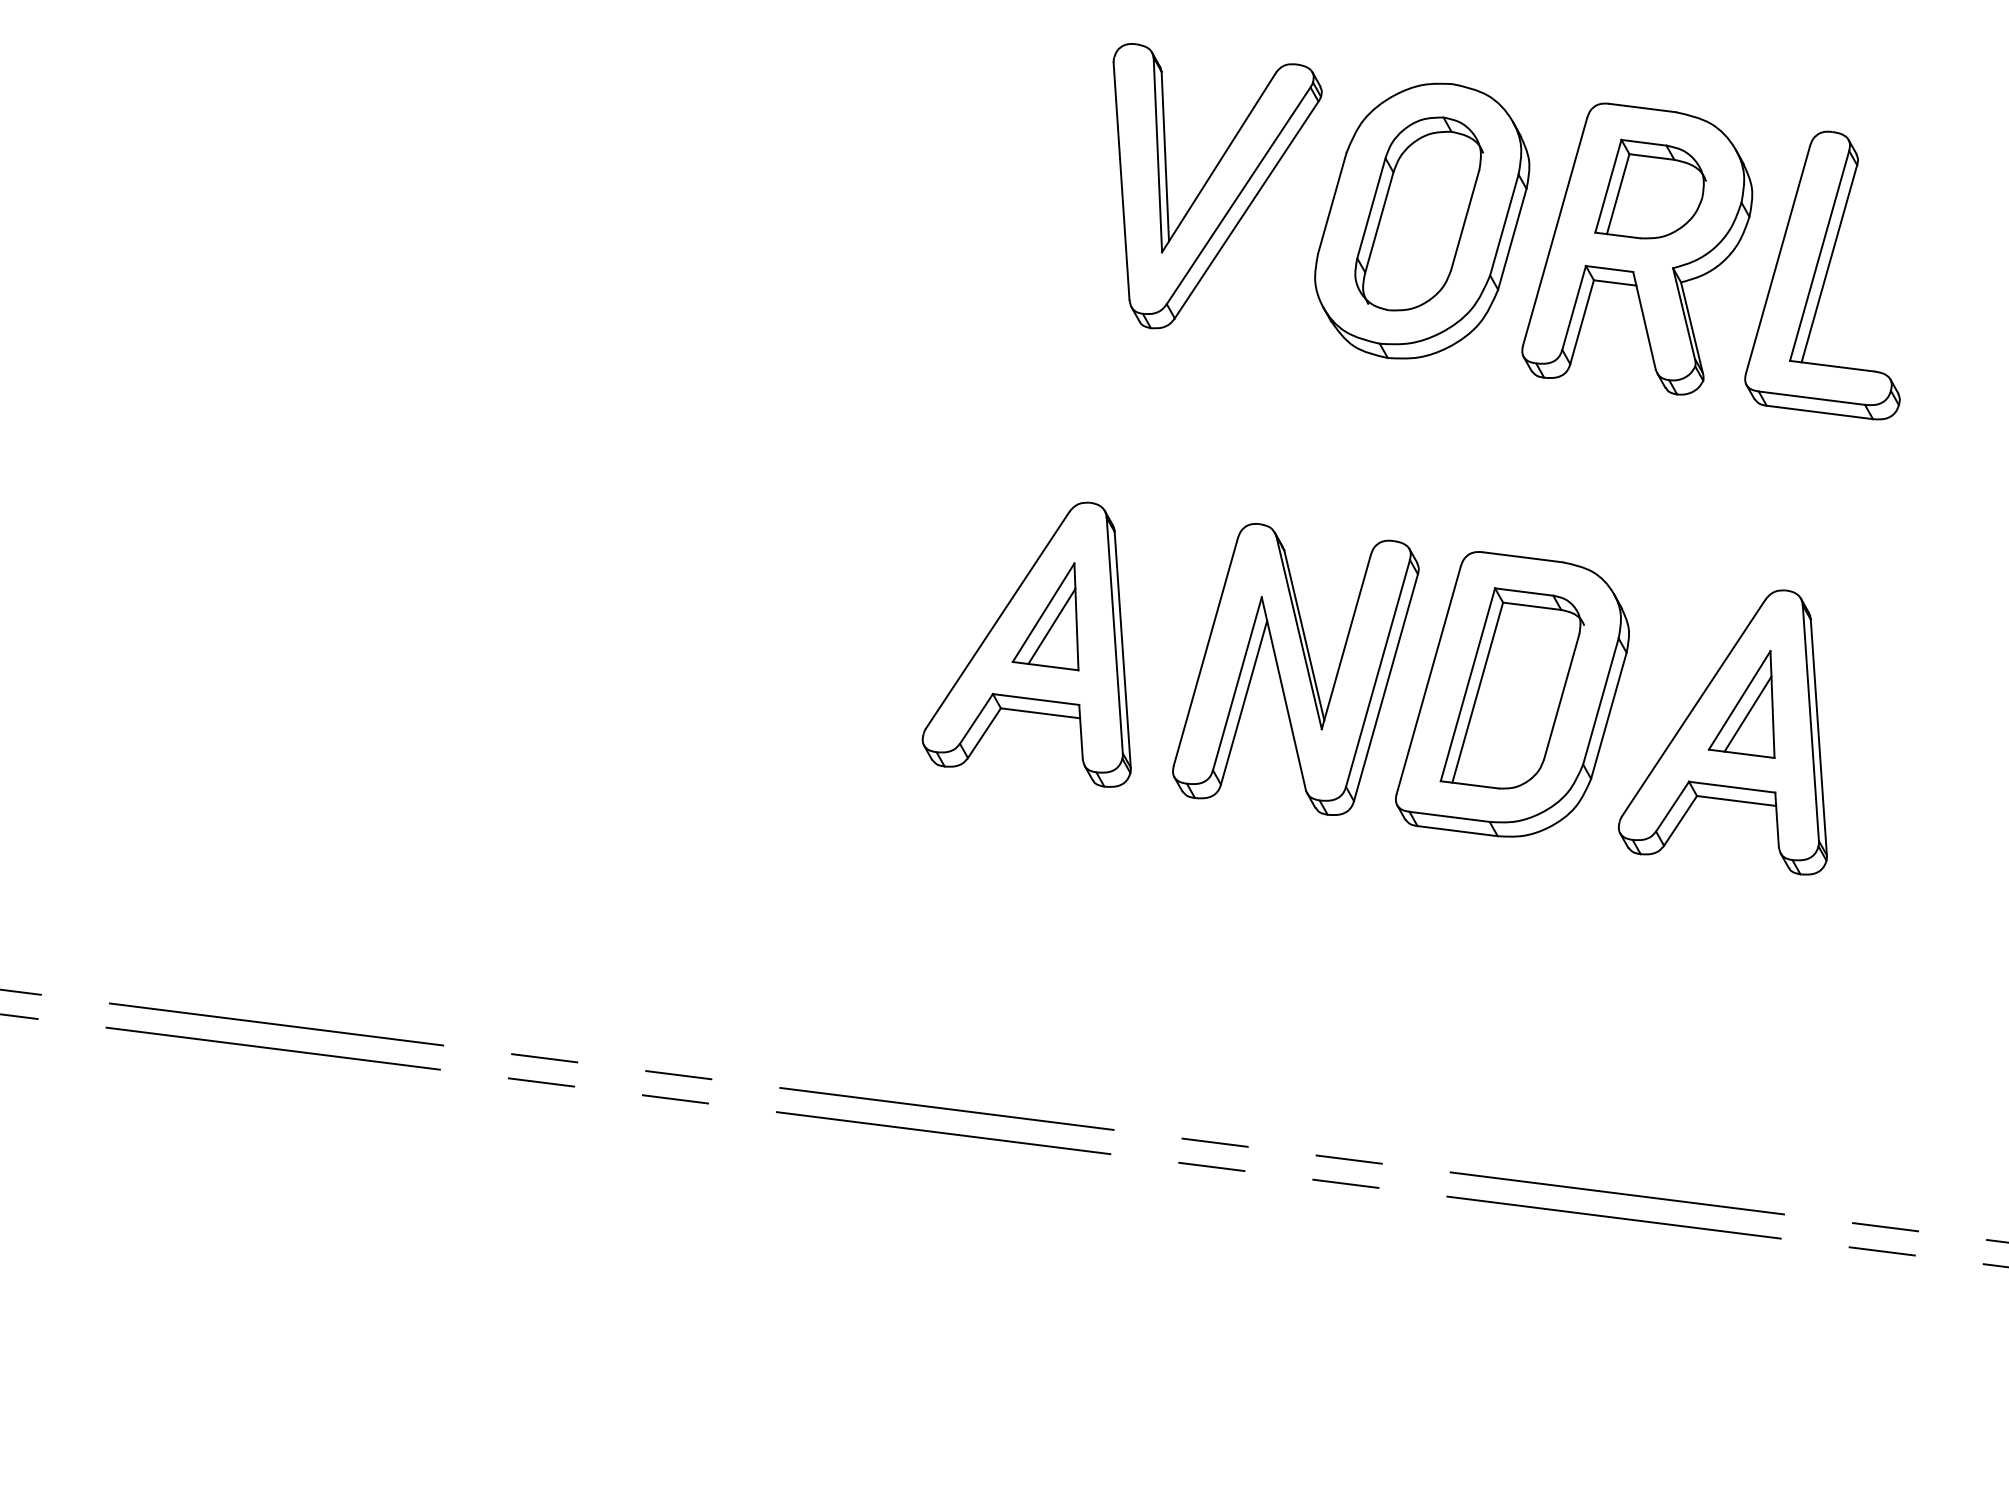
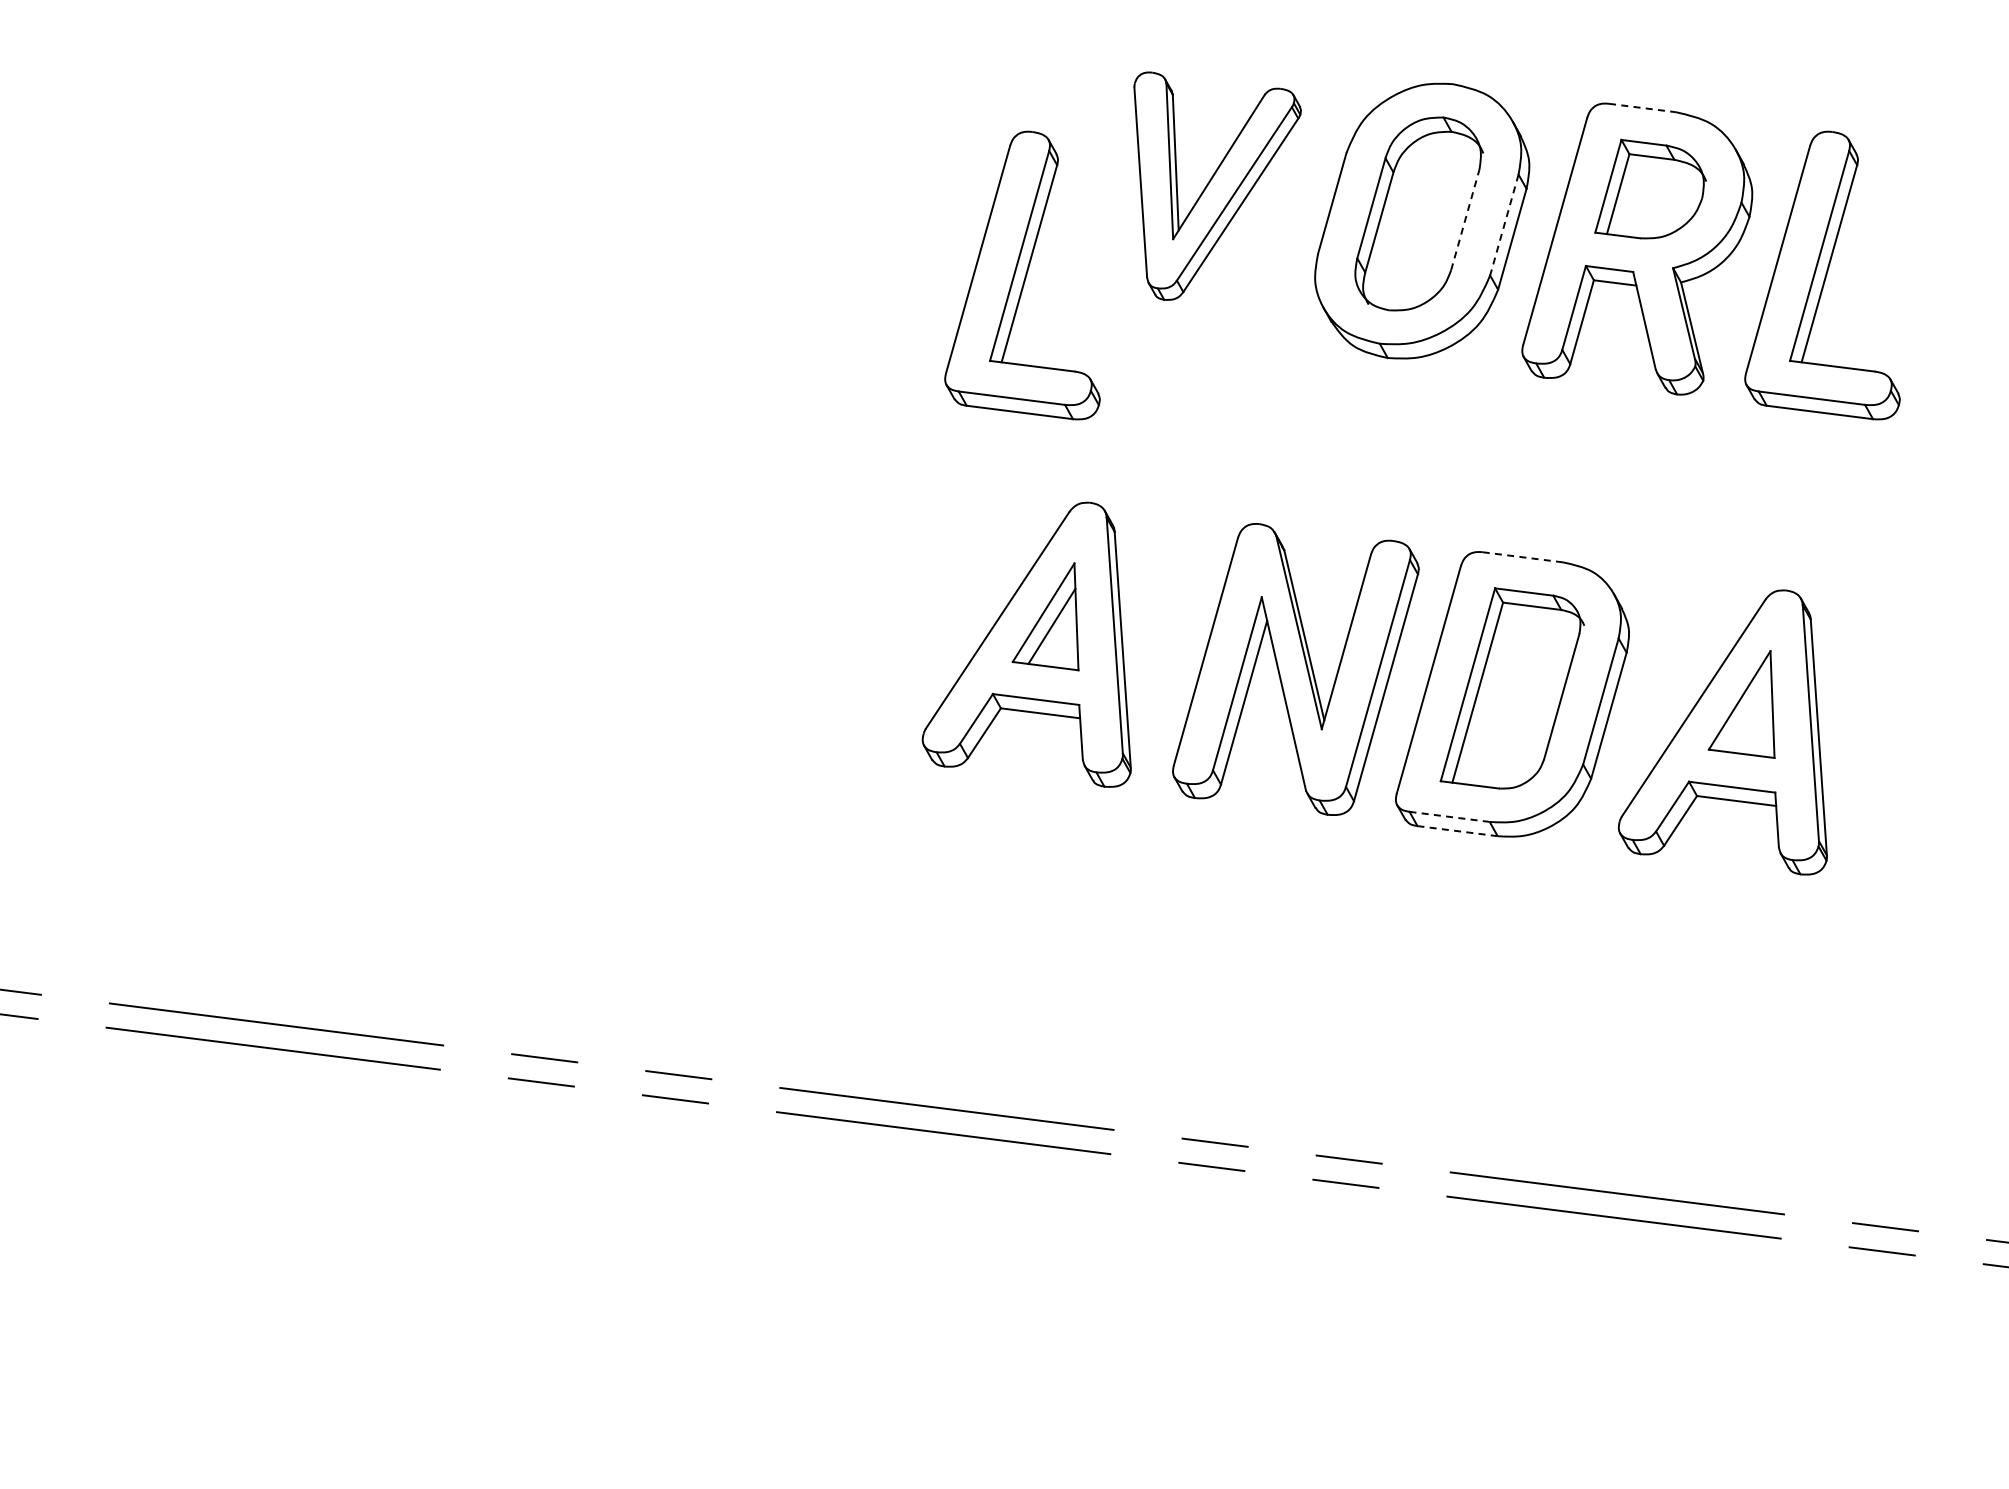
line at (1642, 108): solid -> dashed
part at (1217, 186) size: 211x287 px -> 169x230 px
line at (1465, 219): solid -> dashed
line at (1504, 225): solid -> dashed
part at (1022, 275): none -> present
line at (1523, 557): solid -> dashed
line at (1747, 713): present -> none
line at (1449, 816): solid -> dashed
line at (1457, 831): solid -> dashed
